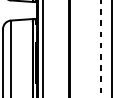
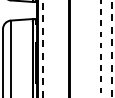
line at (111, 48): solid -> dashed
line at (43, 49): solid -> dashed
